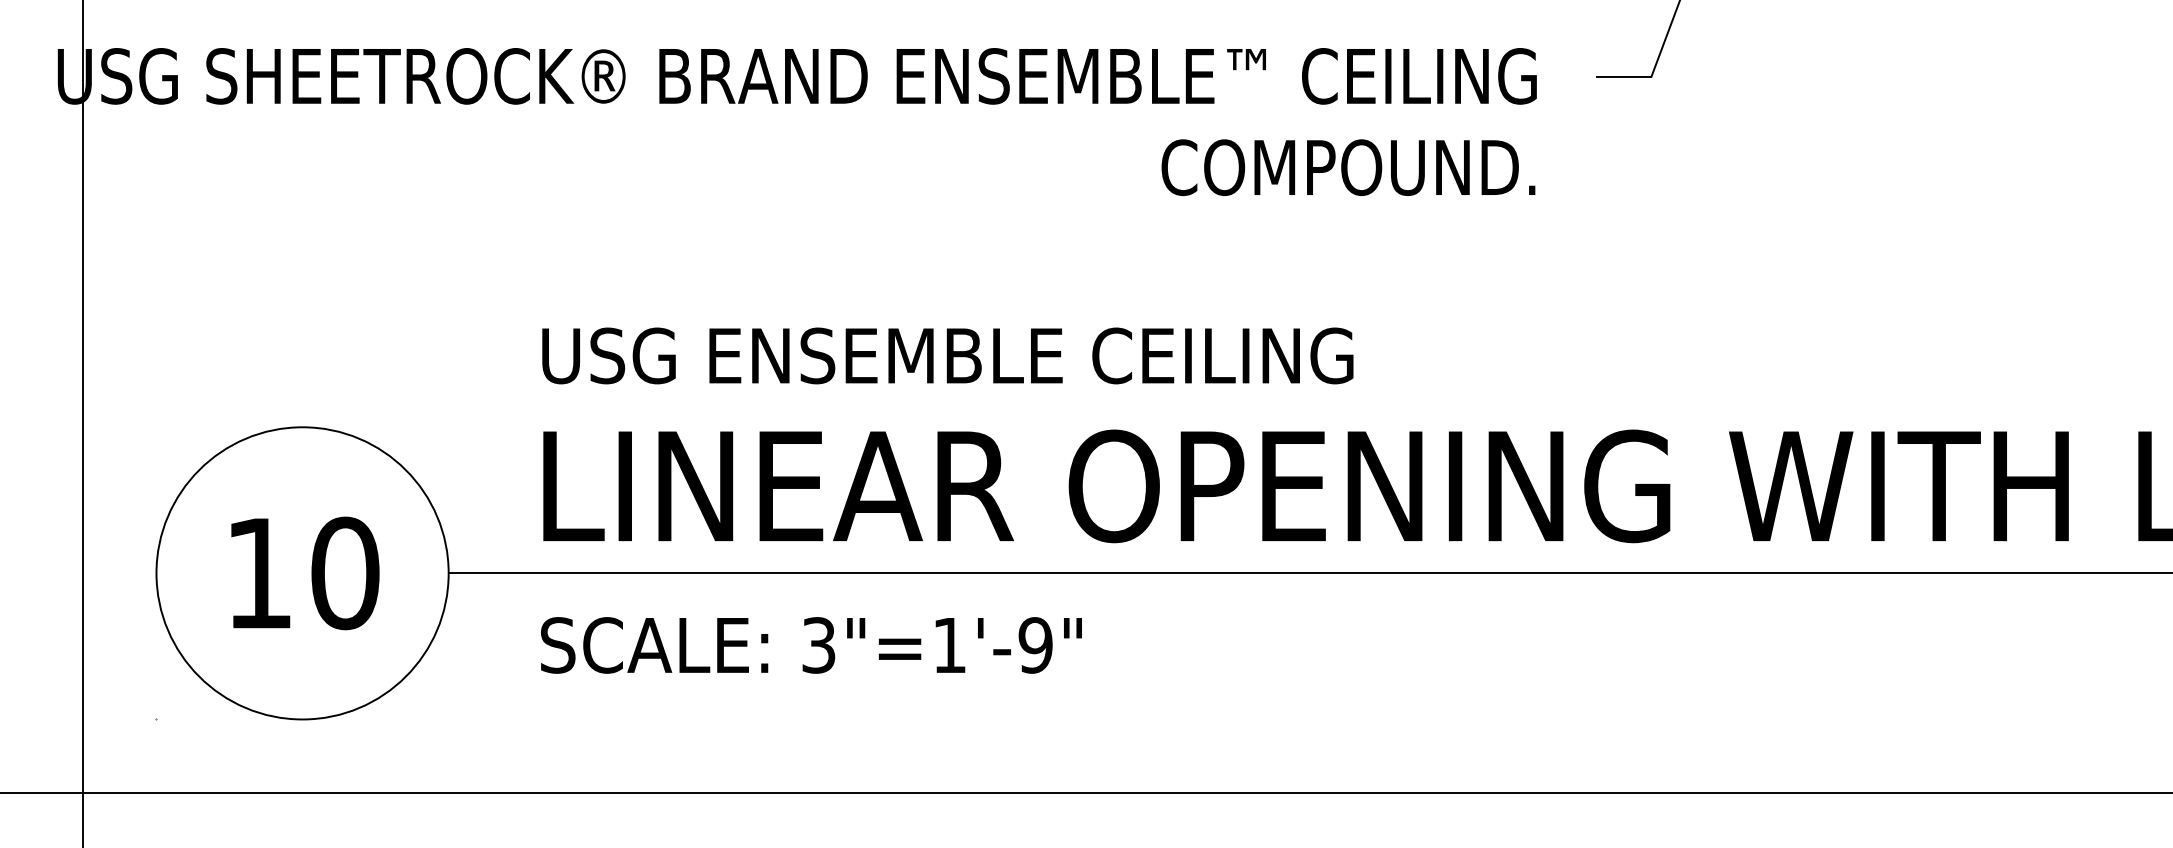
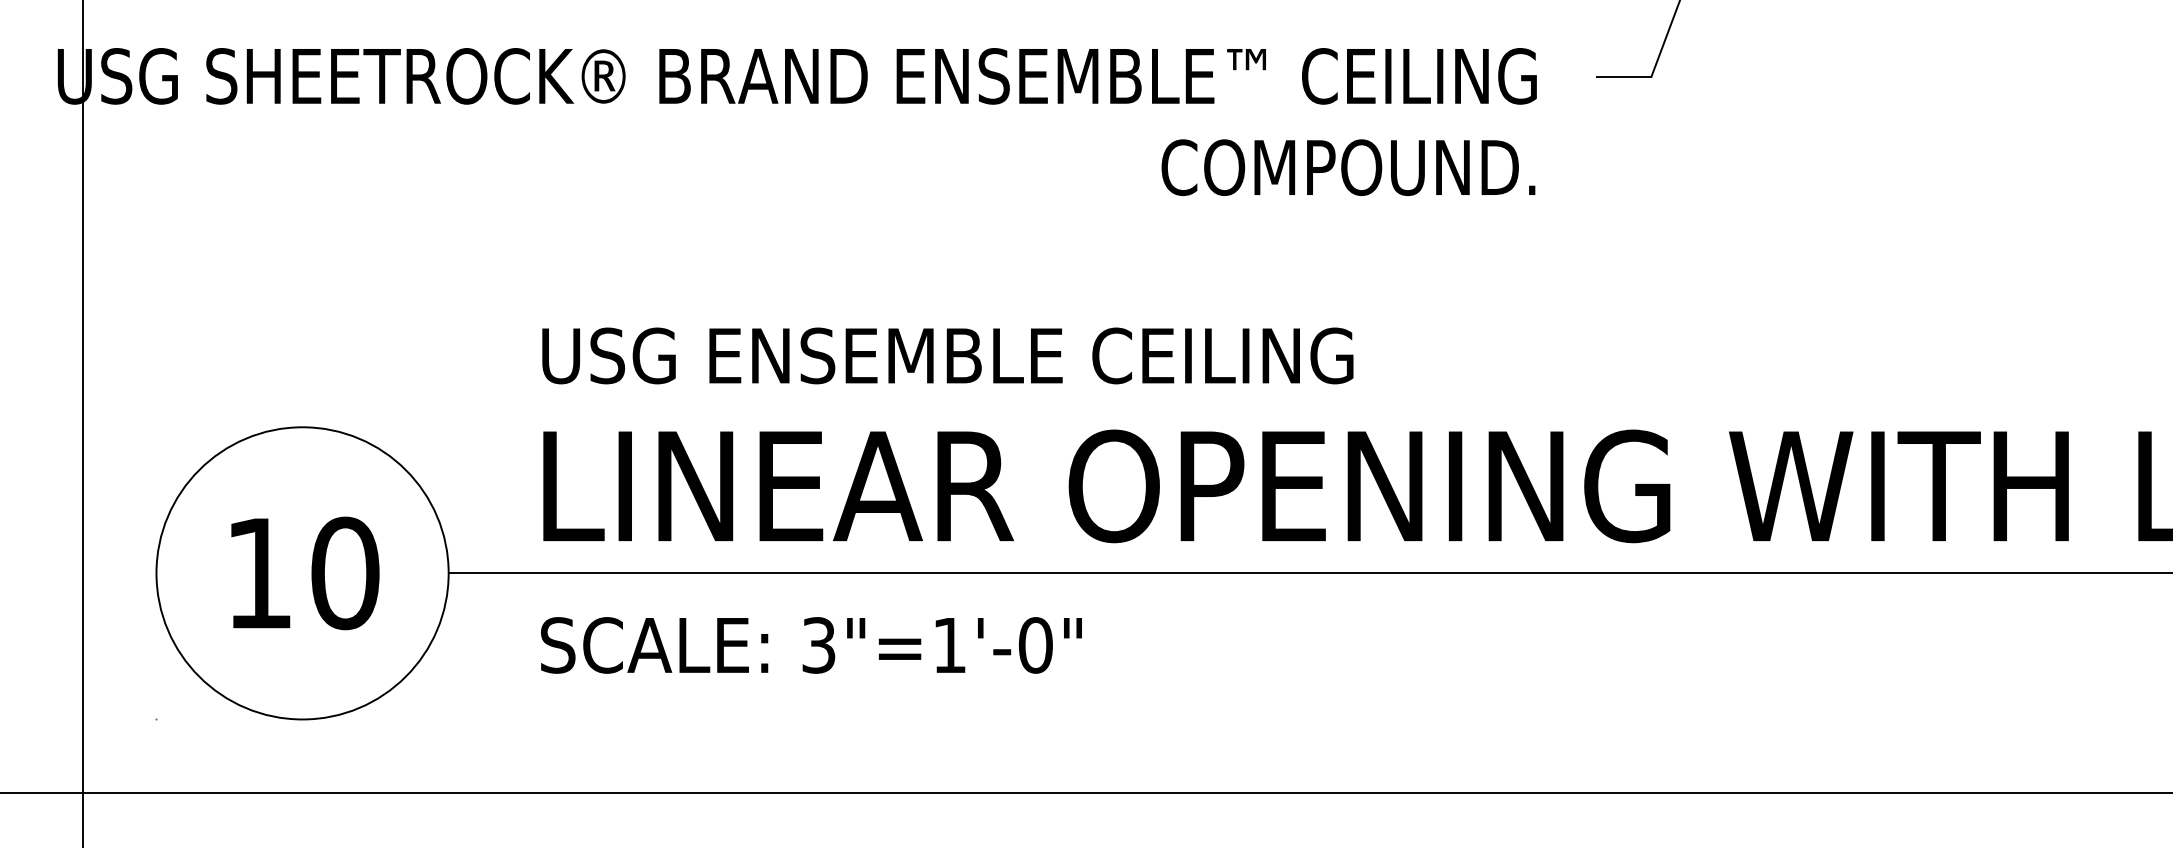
text at (1035, 645): 3"=1'-9" -> 3"=1'-0"
